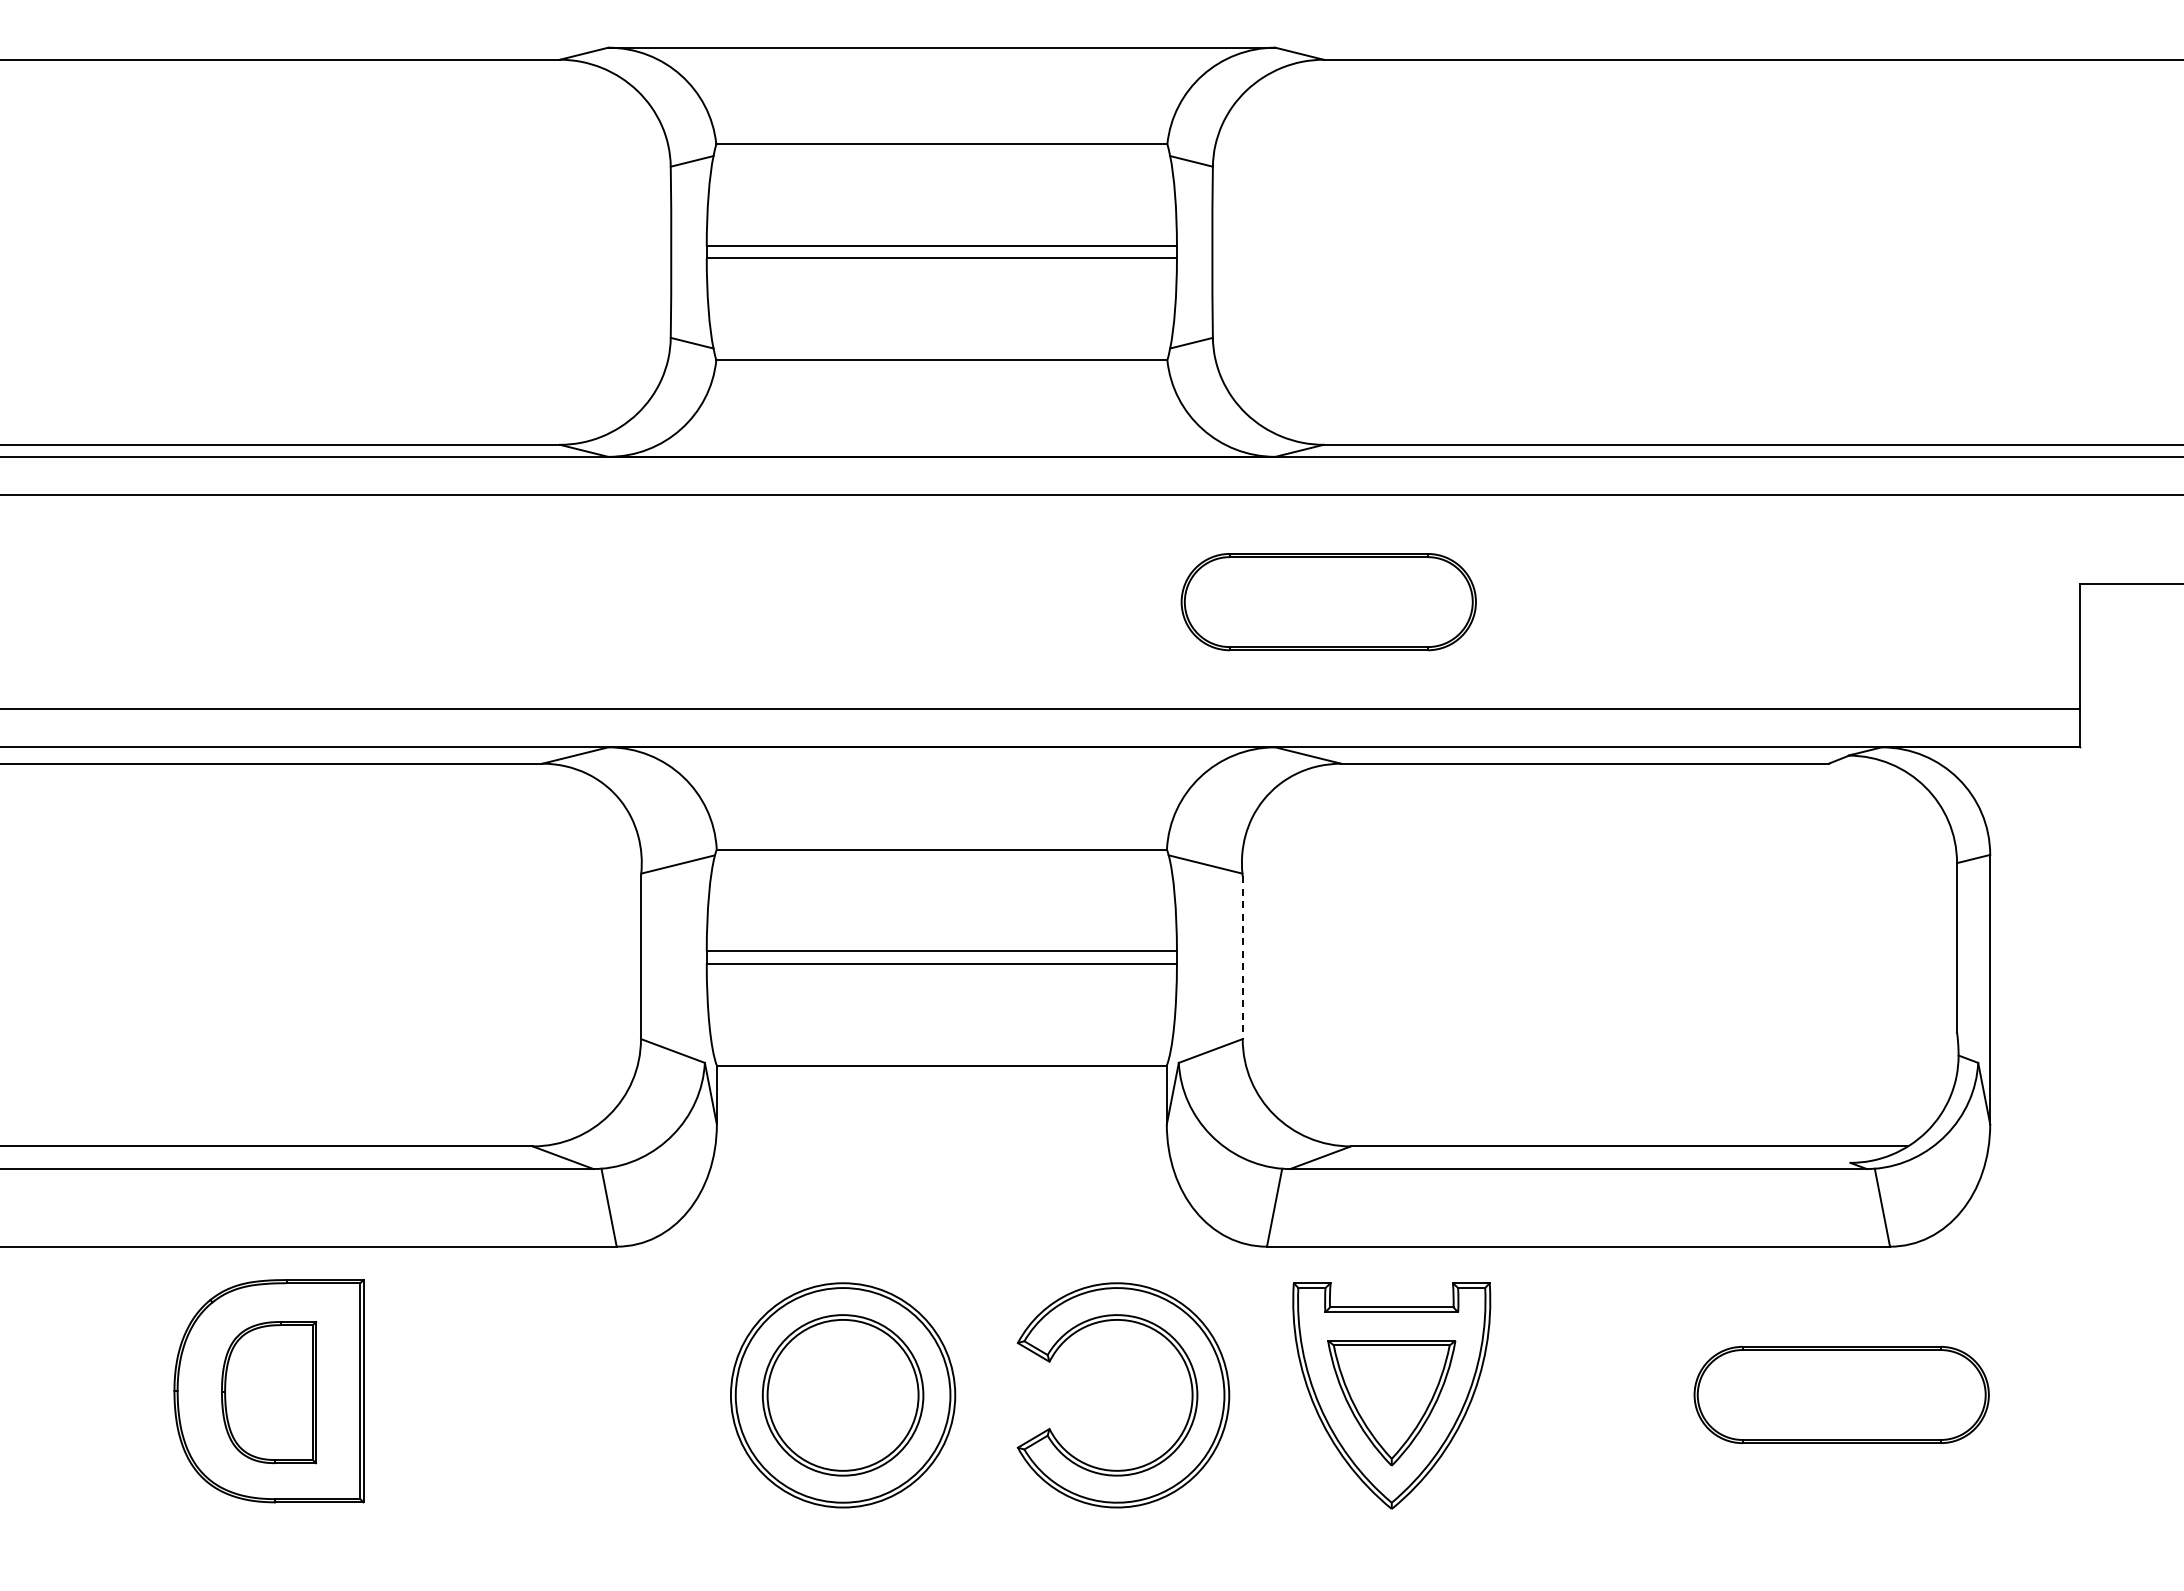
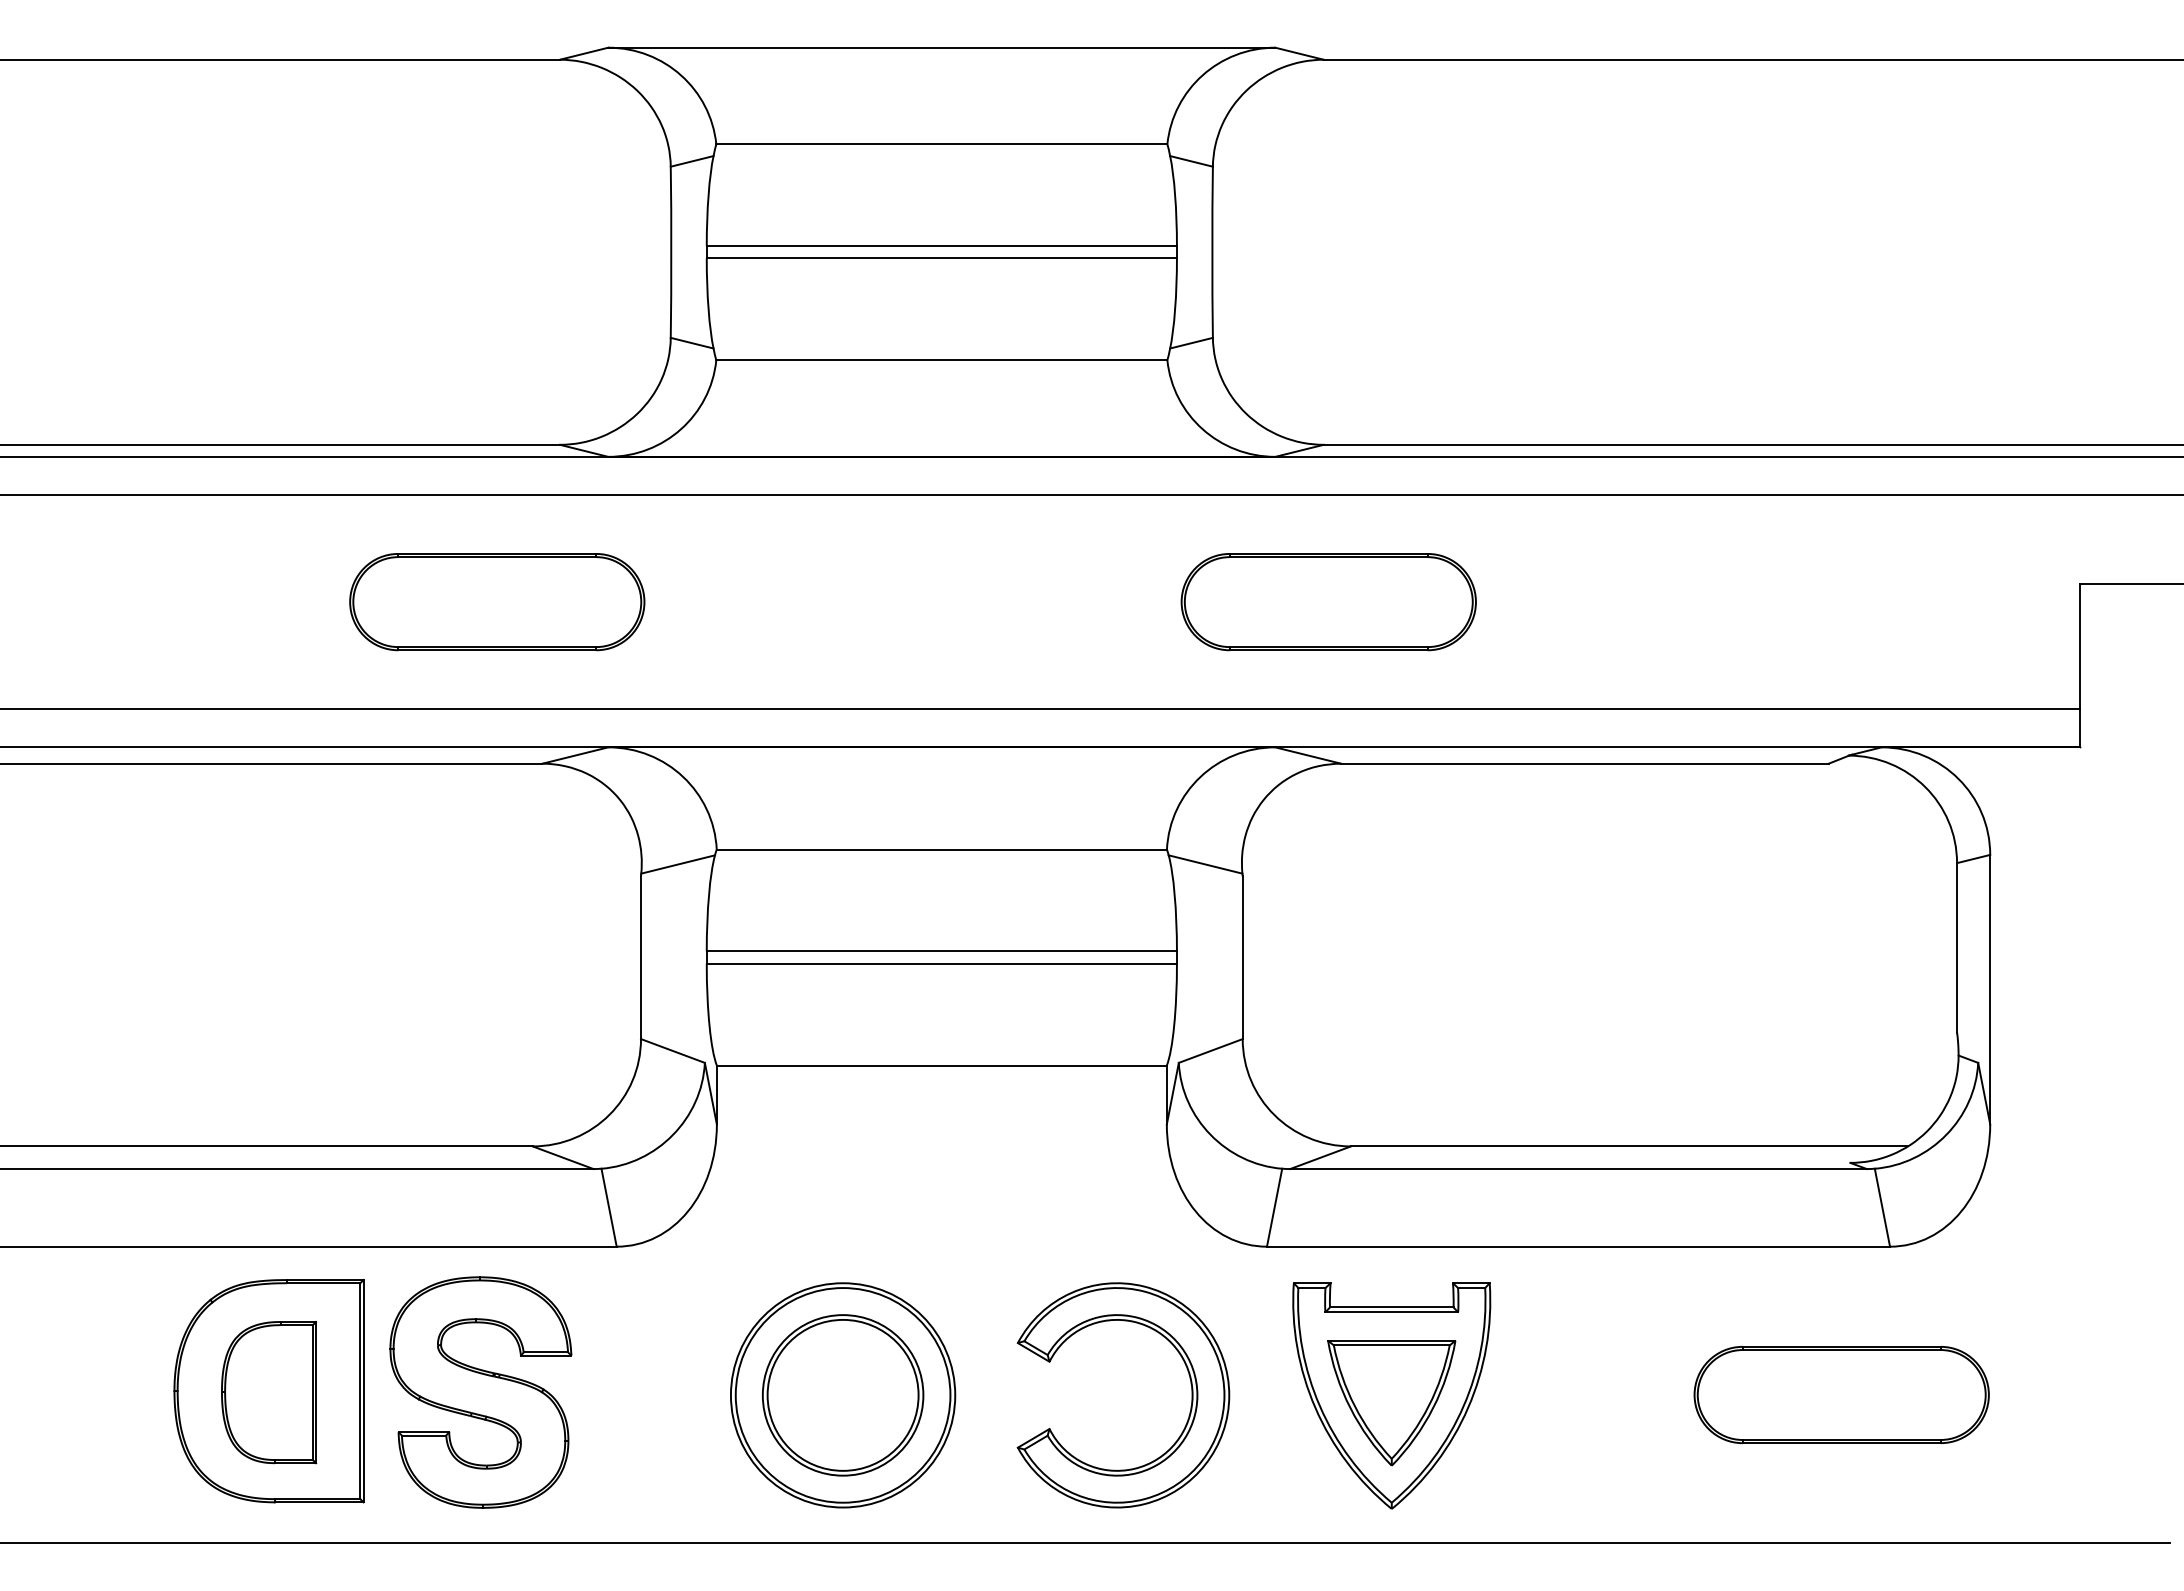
part at (497, 602): none -> present
line at (1242, 958): dashed -> solid
part at (480, 1392): none -> present
line at (1086, 1543): none -> present
